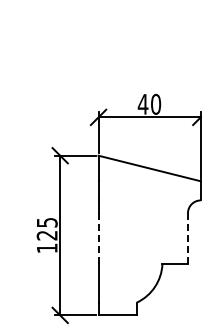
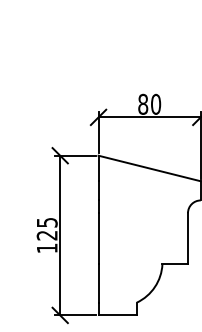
text at (142, 103): 40 -> 80
line at (98, 238): dashed -> solid
line at (187, 238): dashed -> solid
